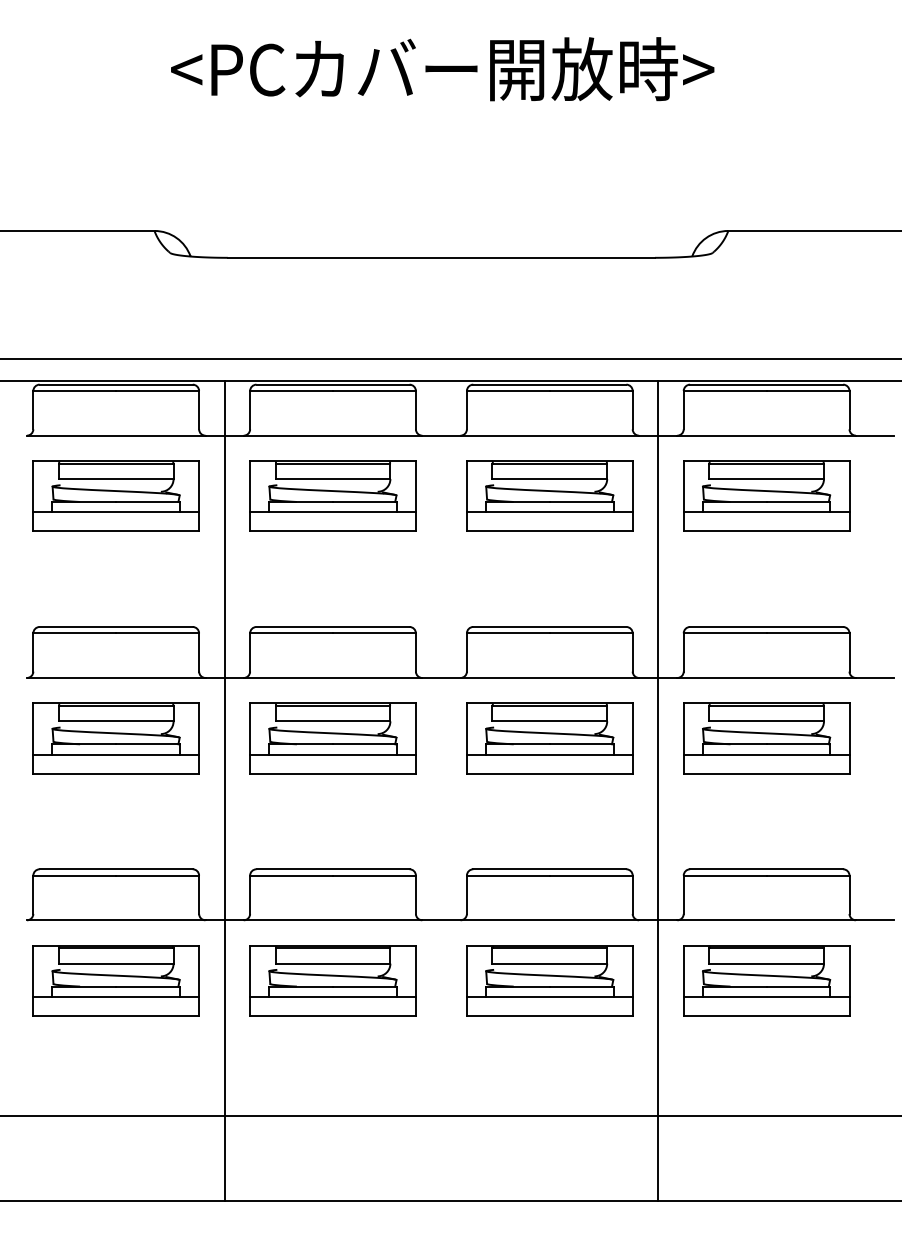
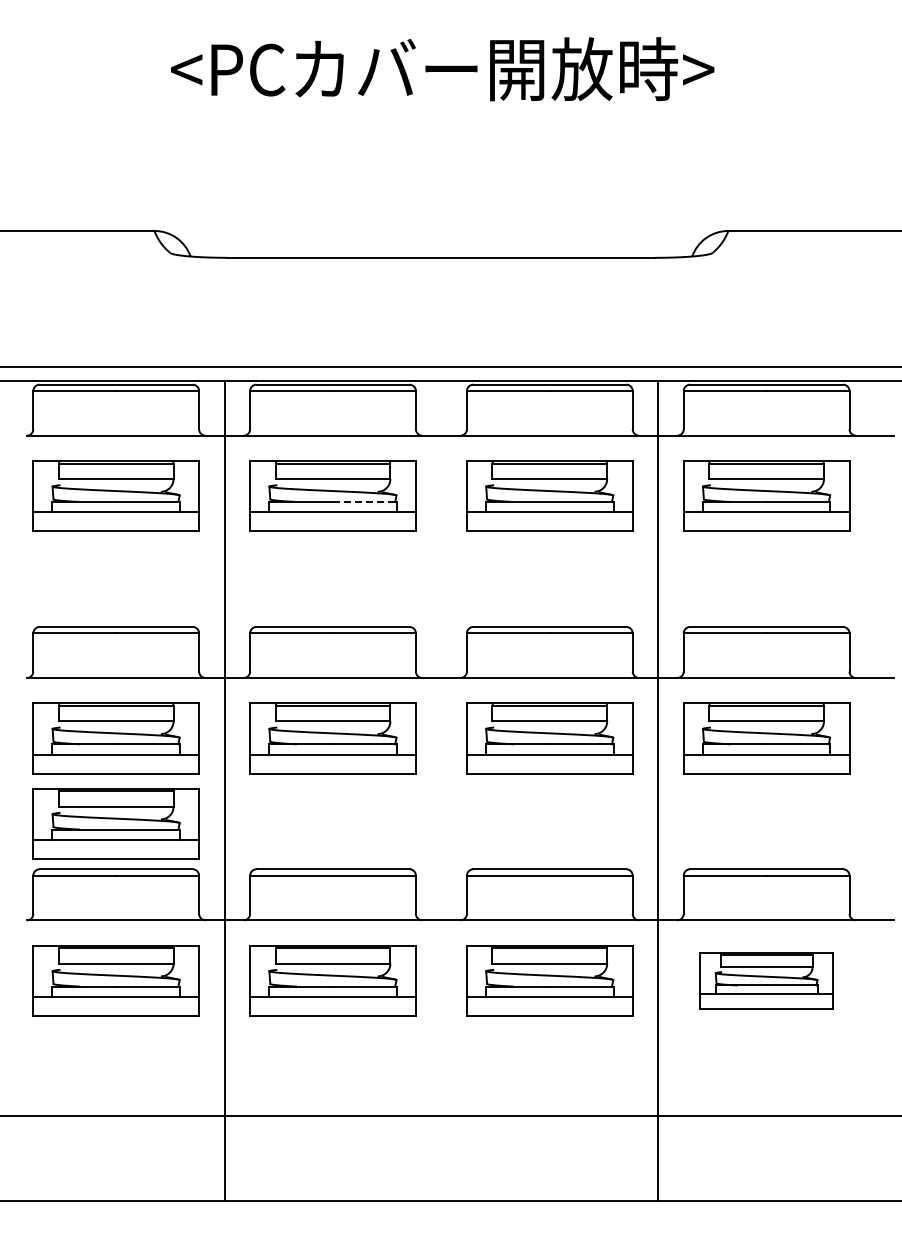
line at (450, 358) position: (450, 358) -> (450, 366)
line at (364, 502): solid -> dashed
part at (115, 823): none -> present
part at (766, 980) size: 168x72 px -> 135x58 px
